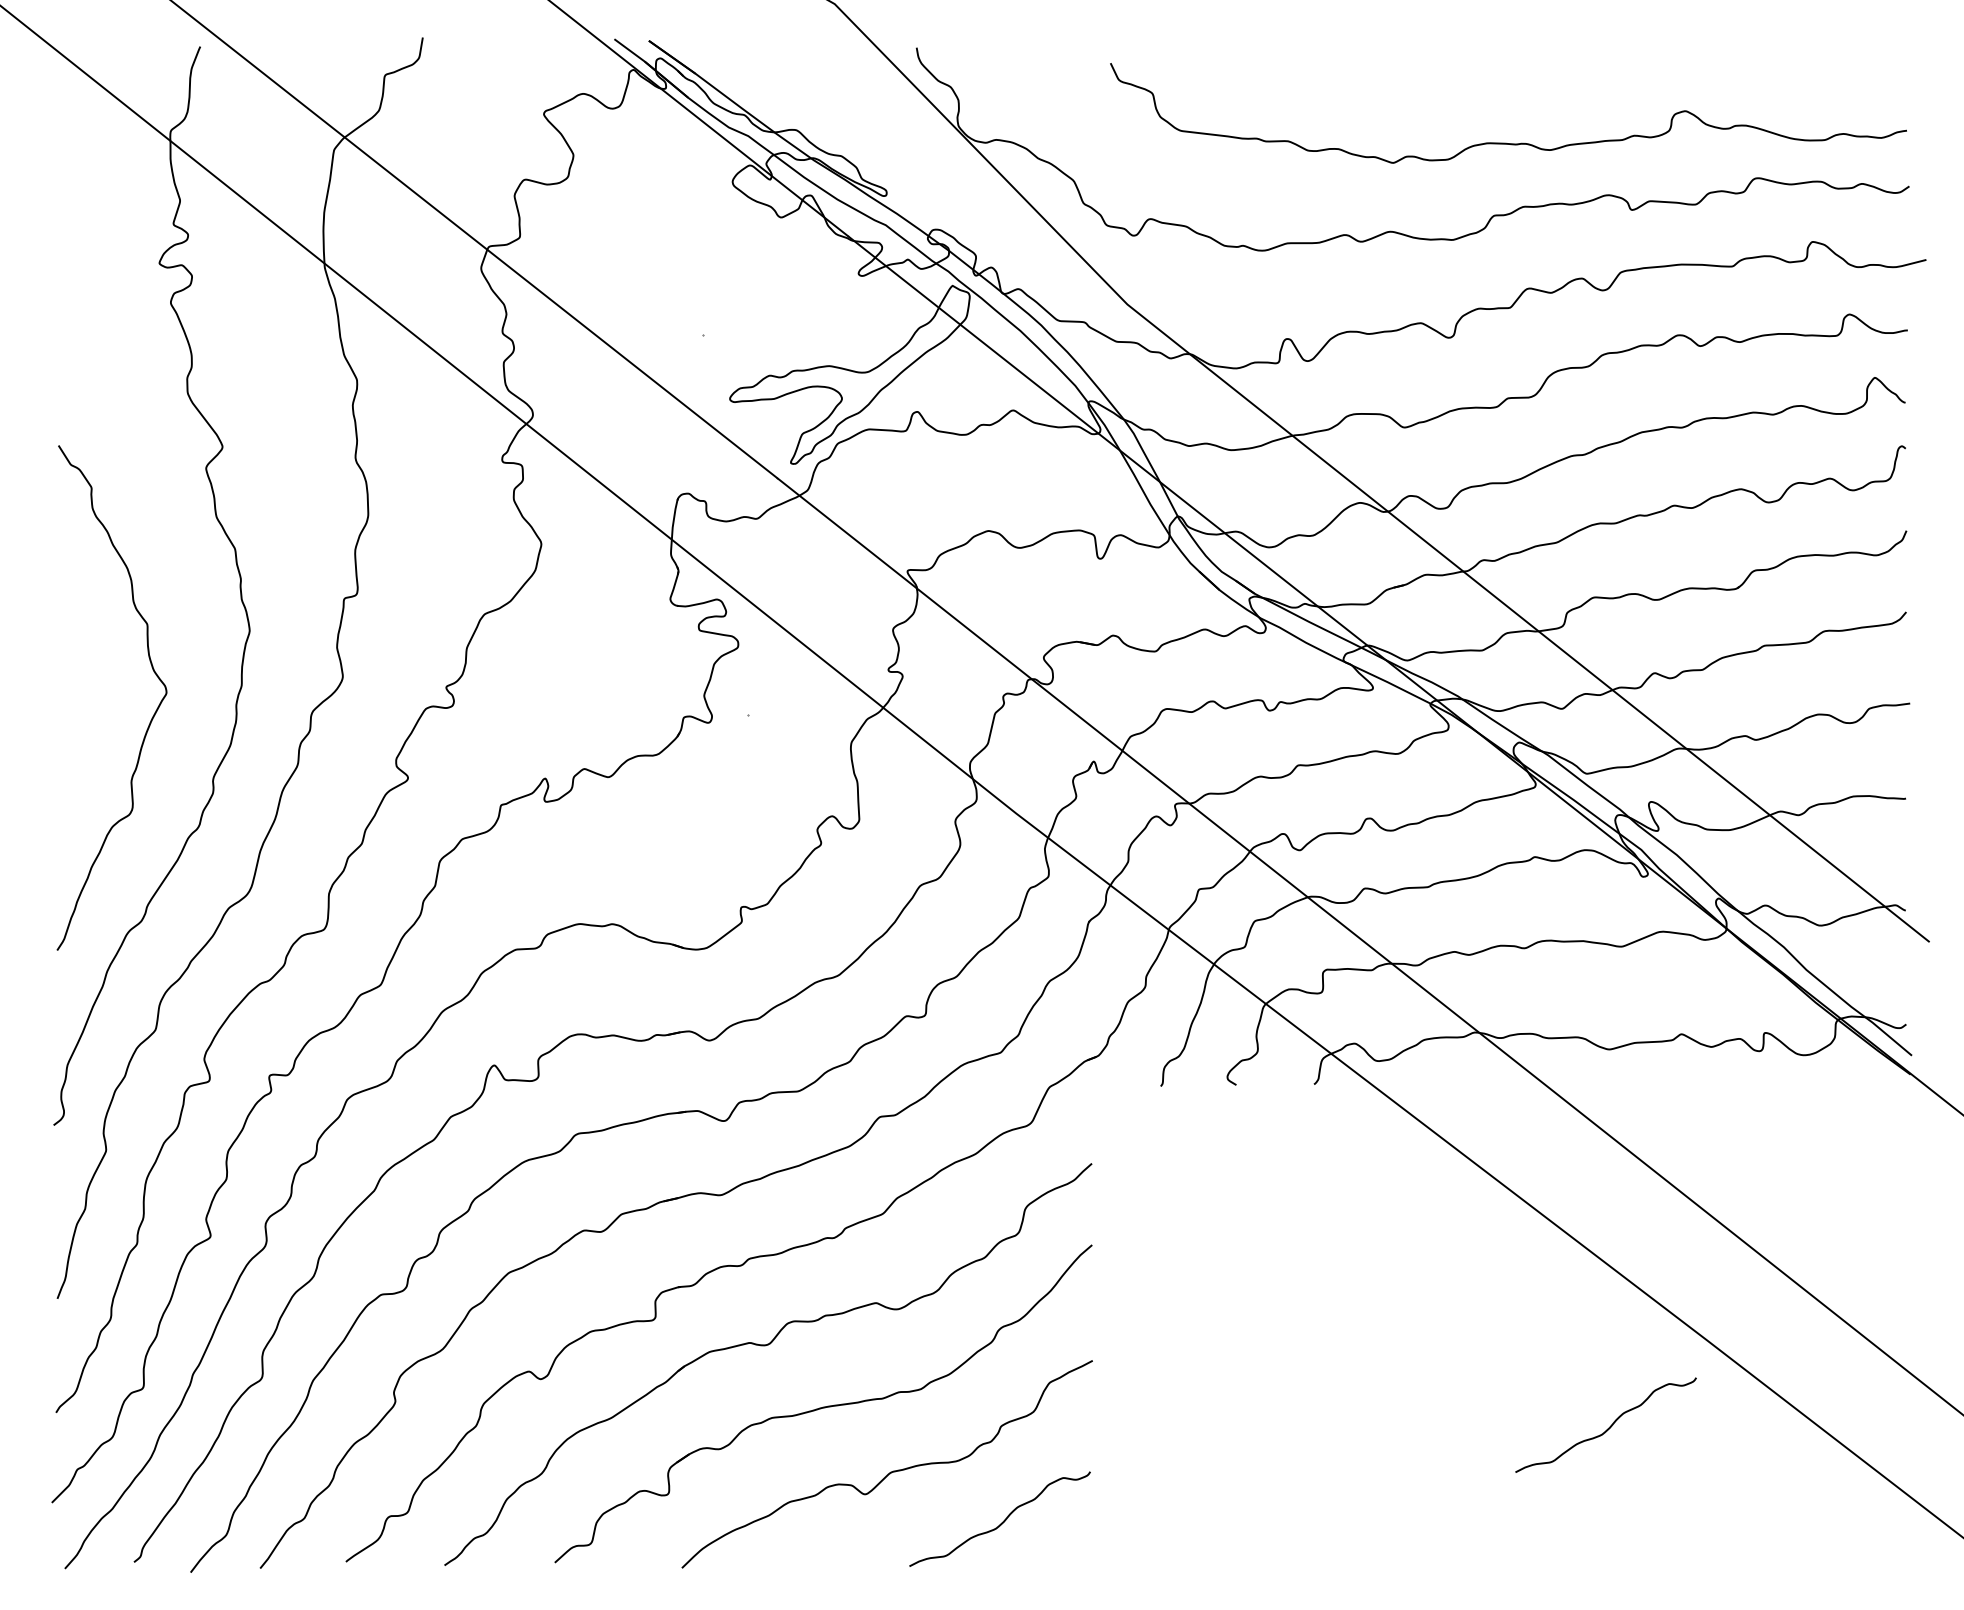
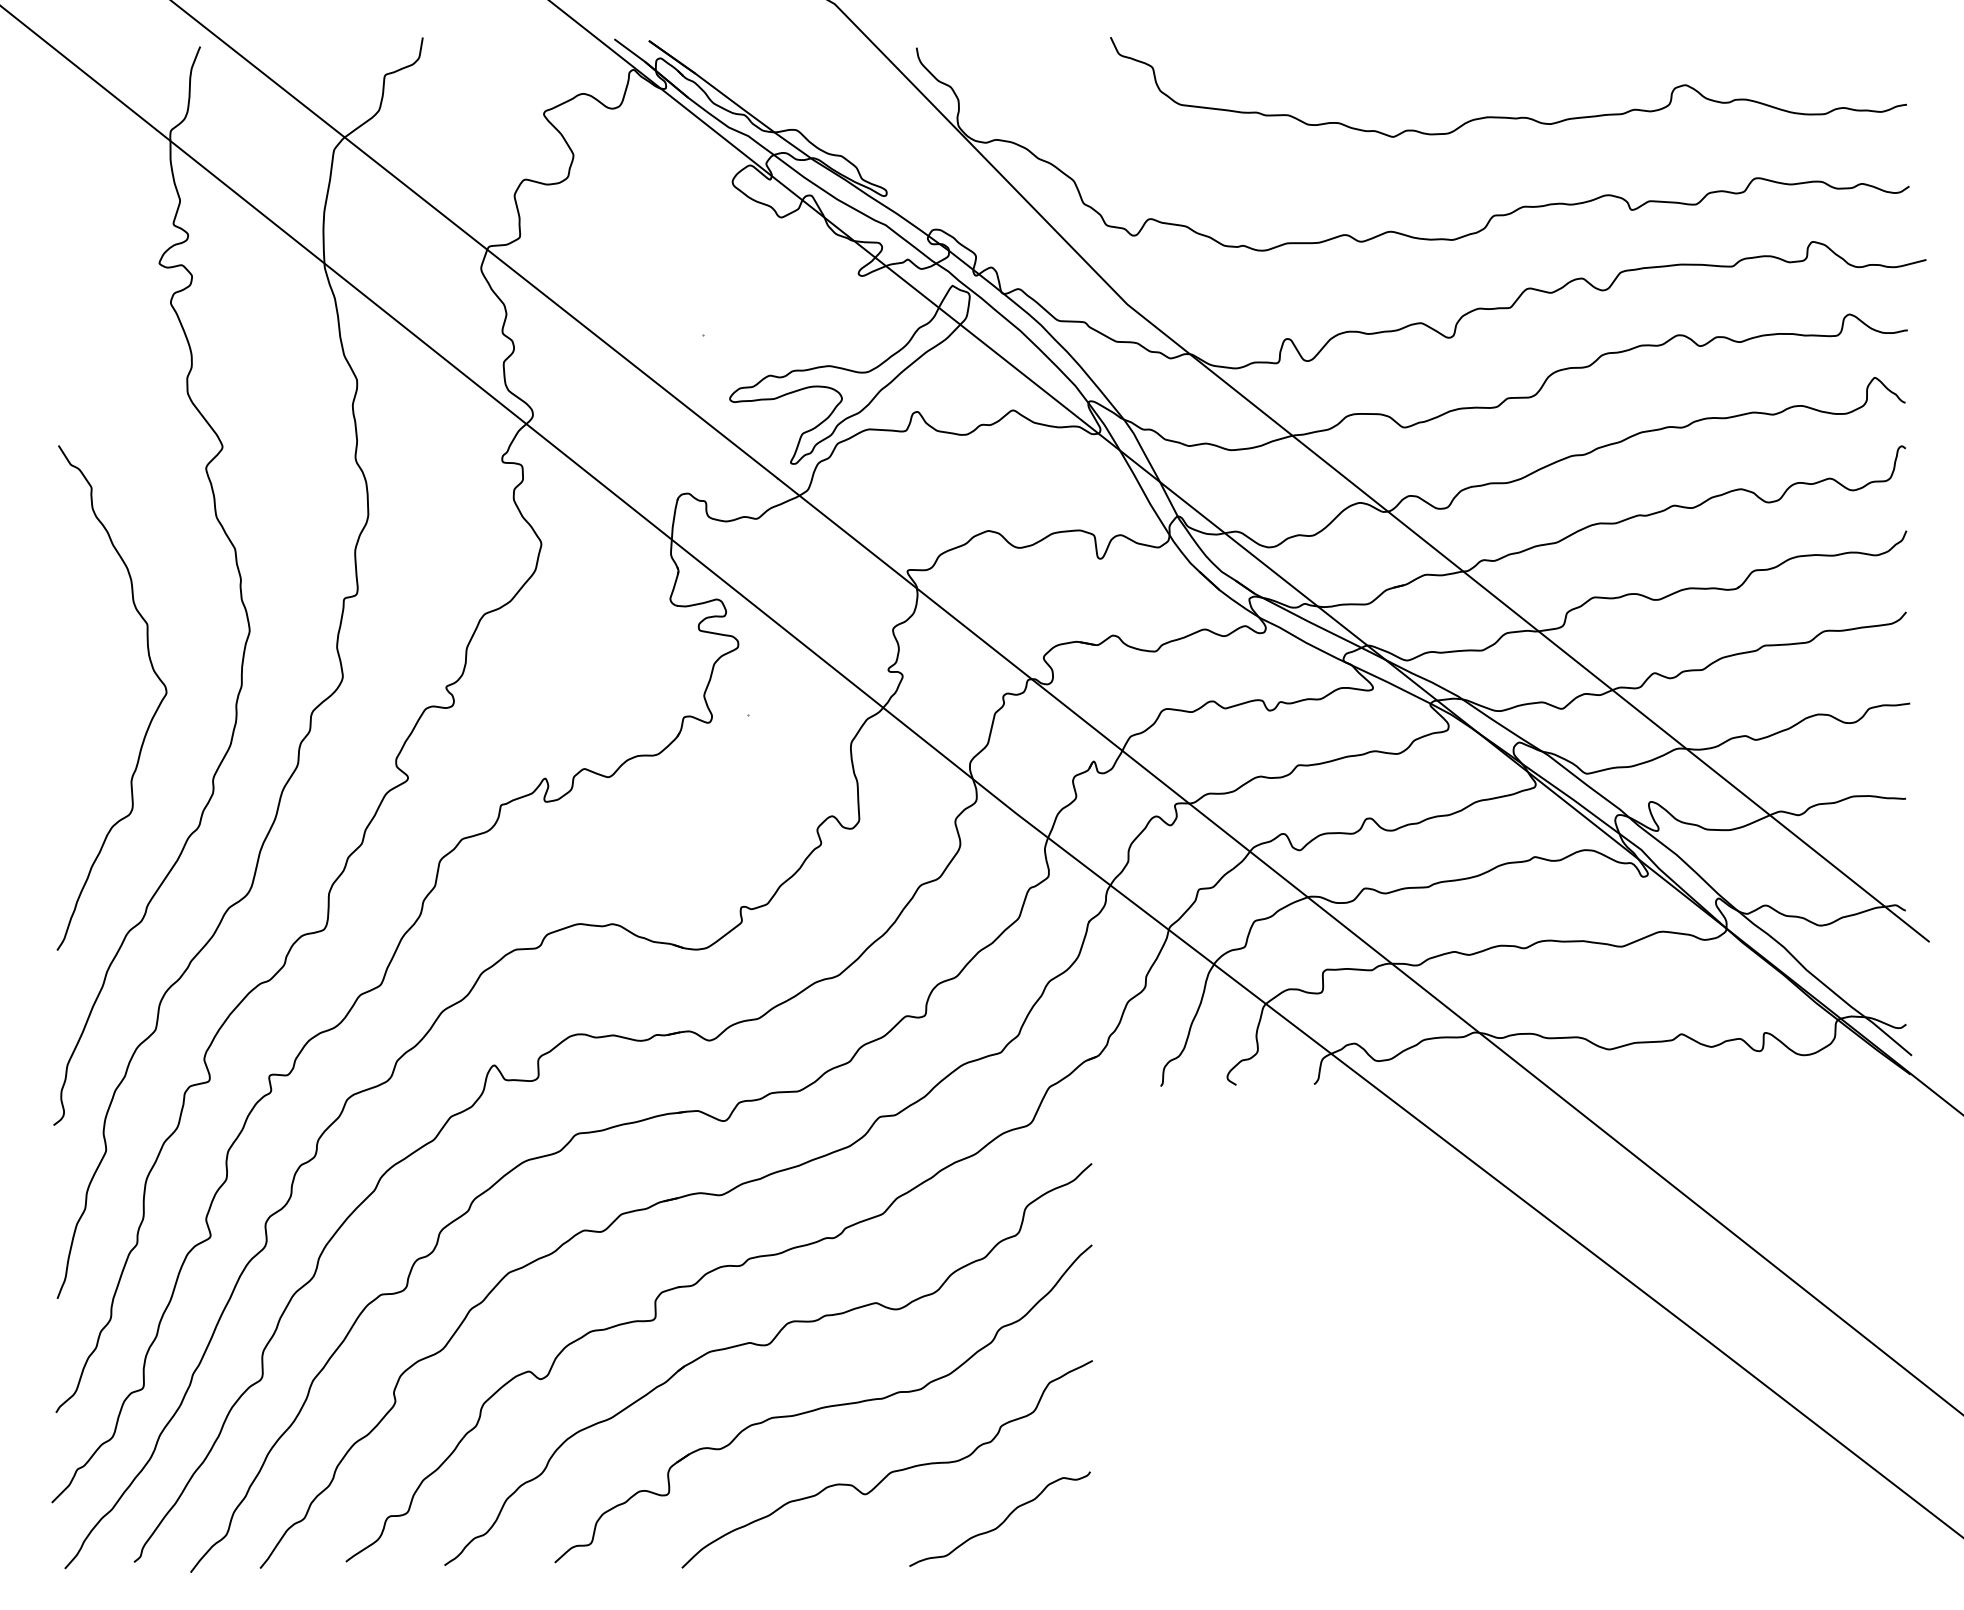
curve at (1506, 142) position: (1506, 142) -> (1506, 116)
curve at (1608, 1427): present -> none
